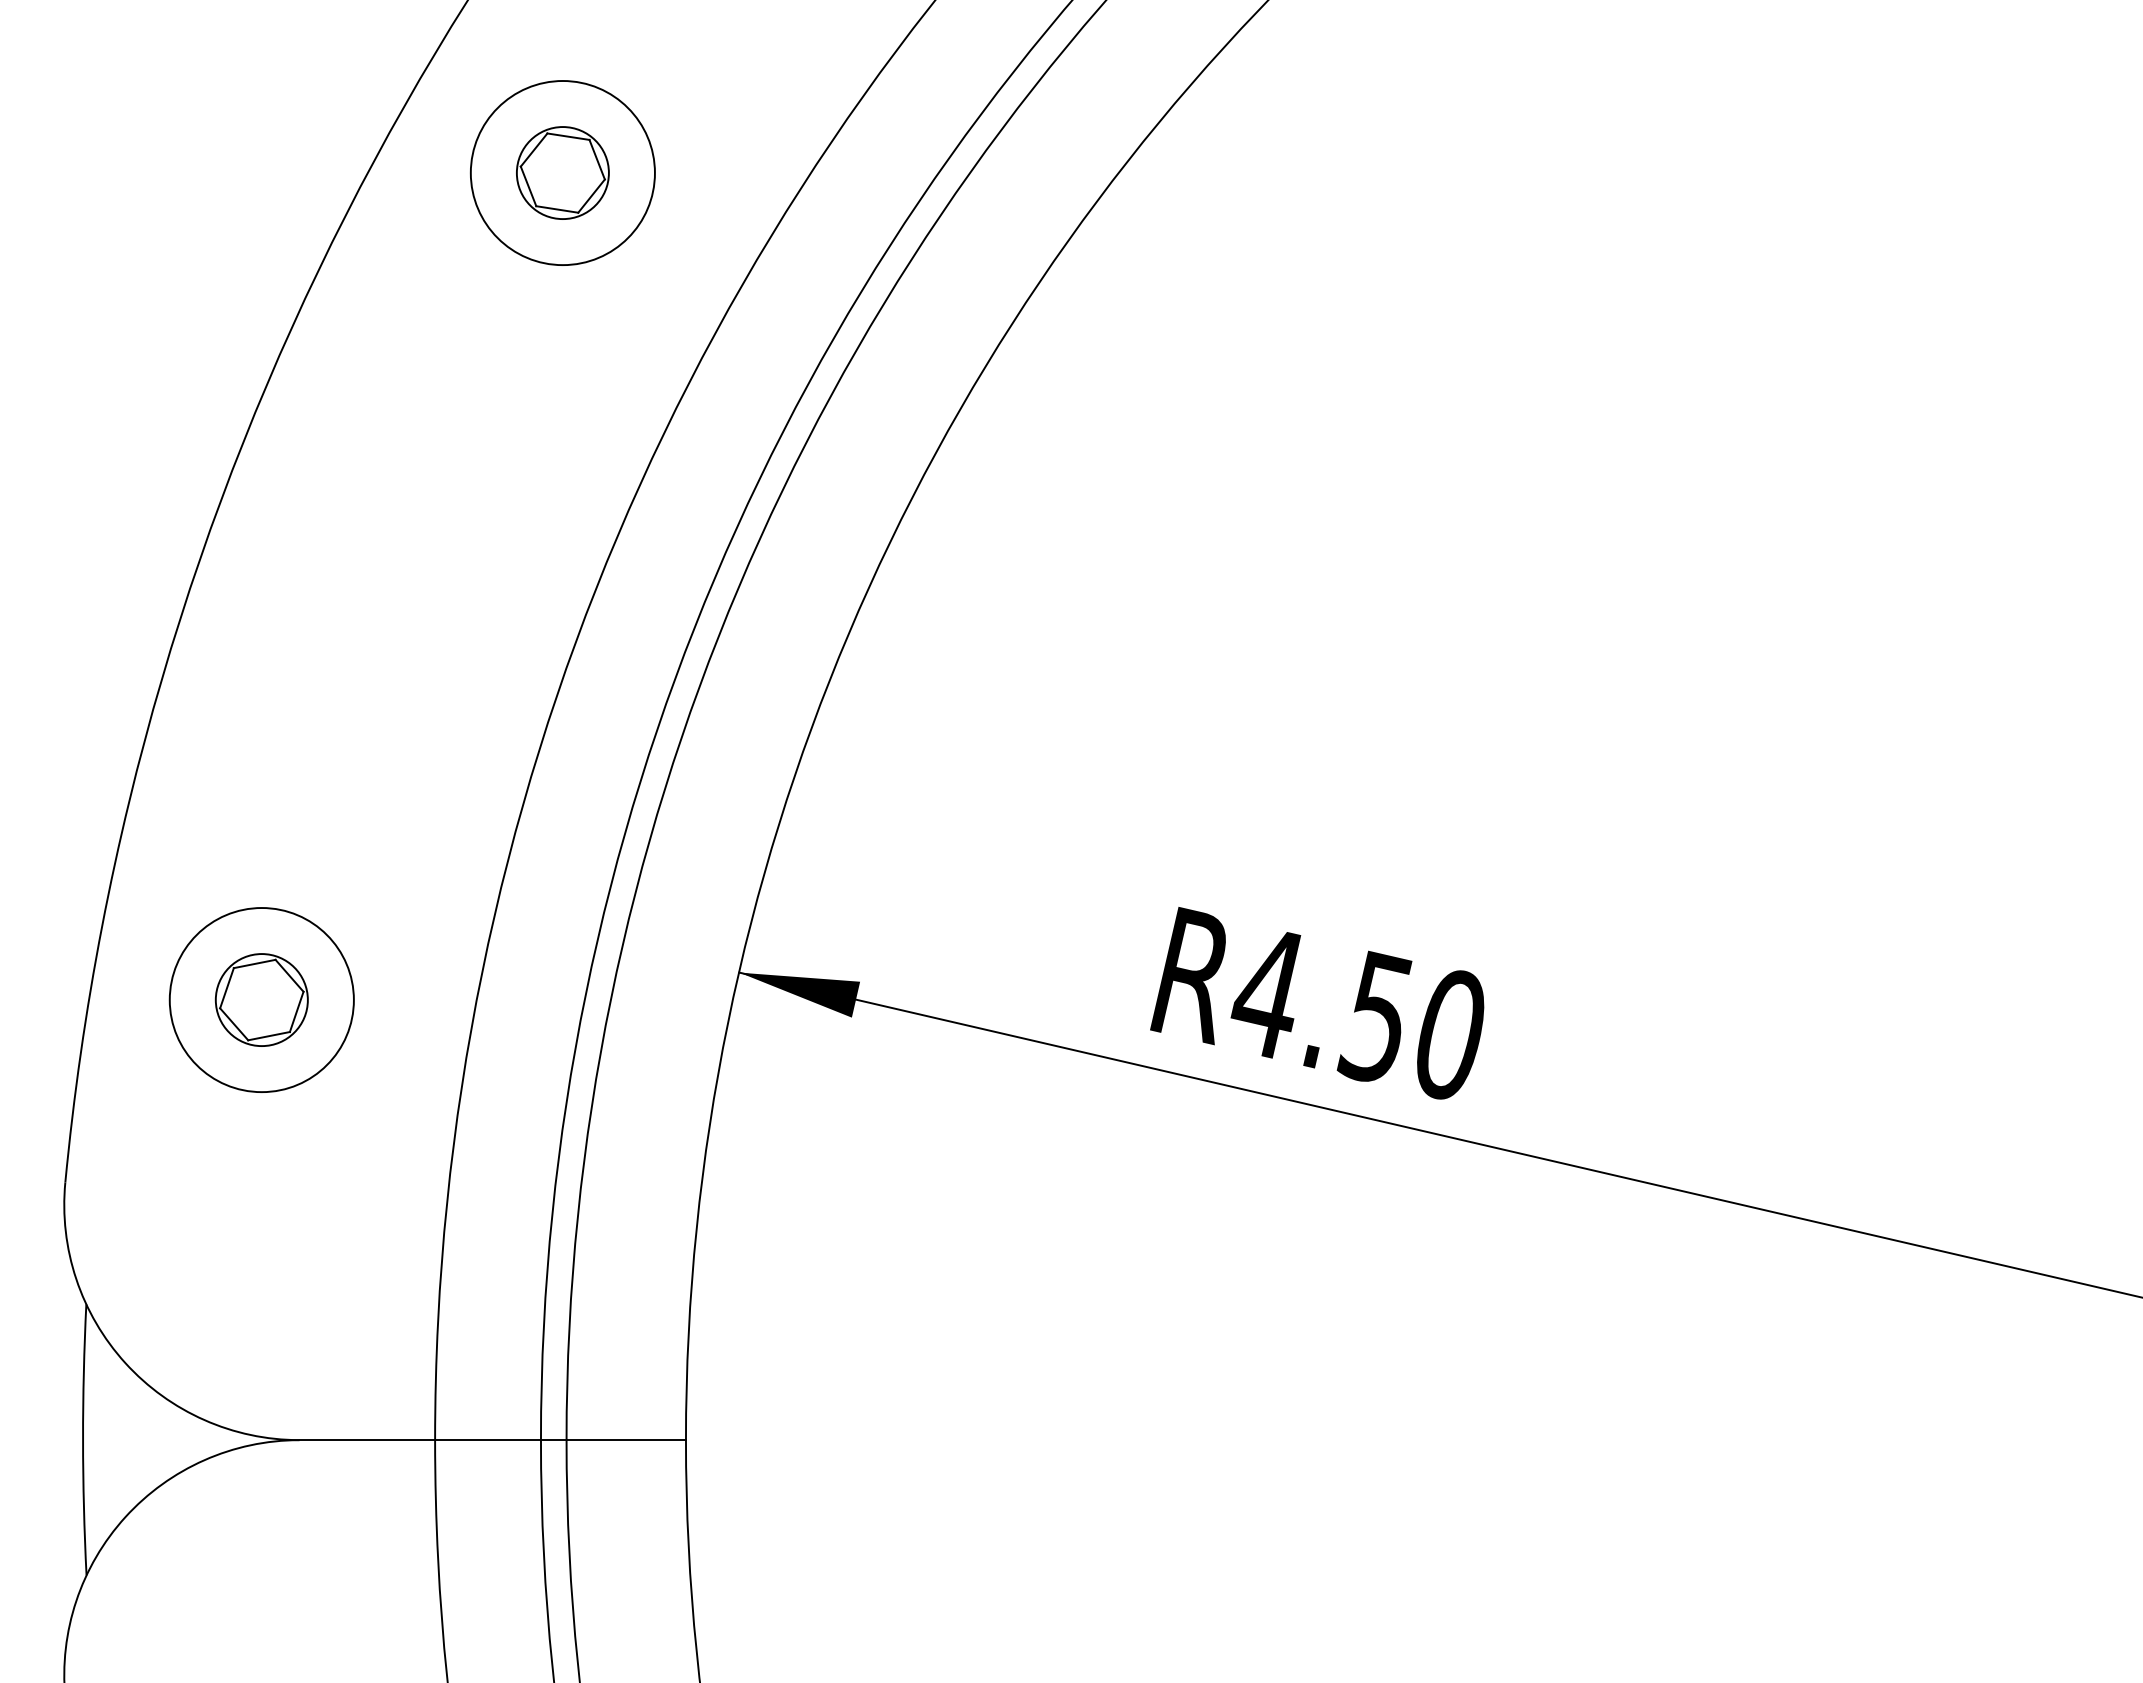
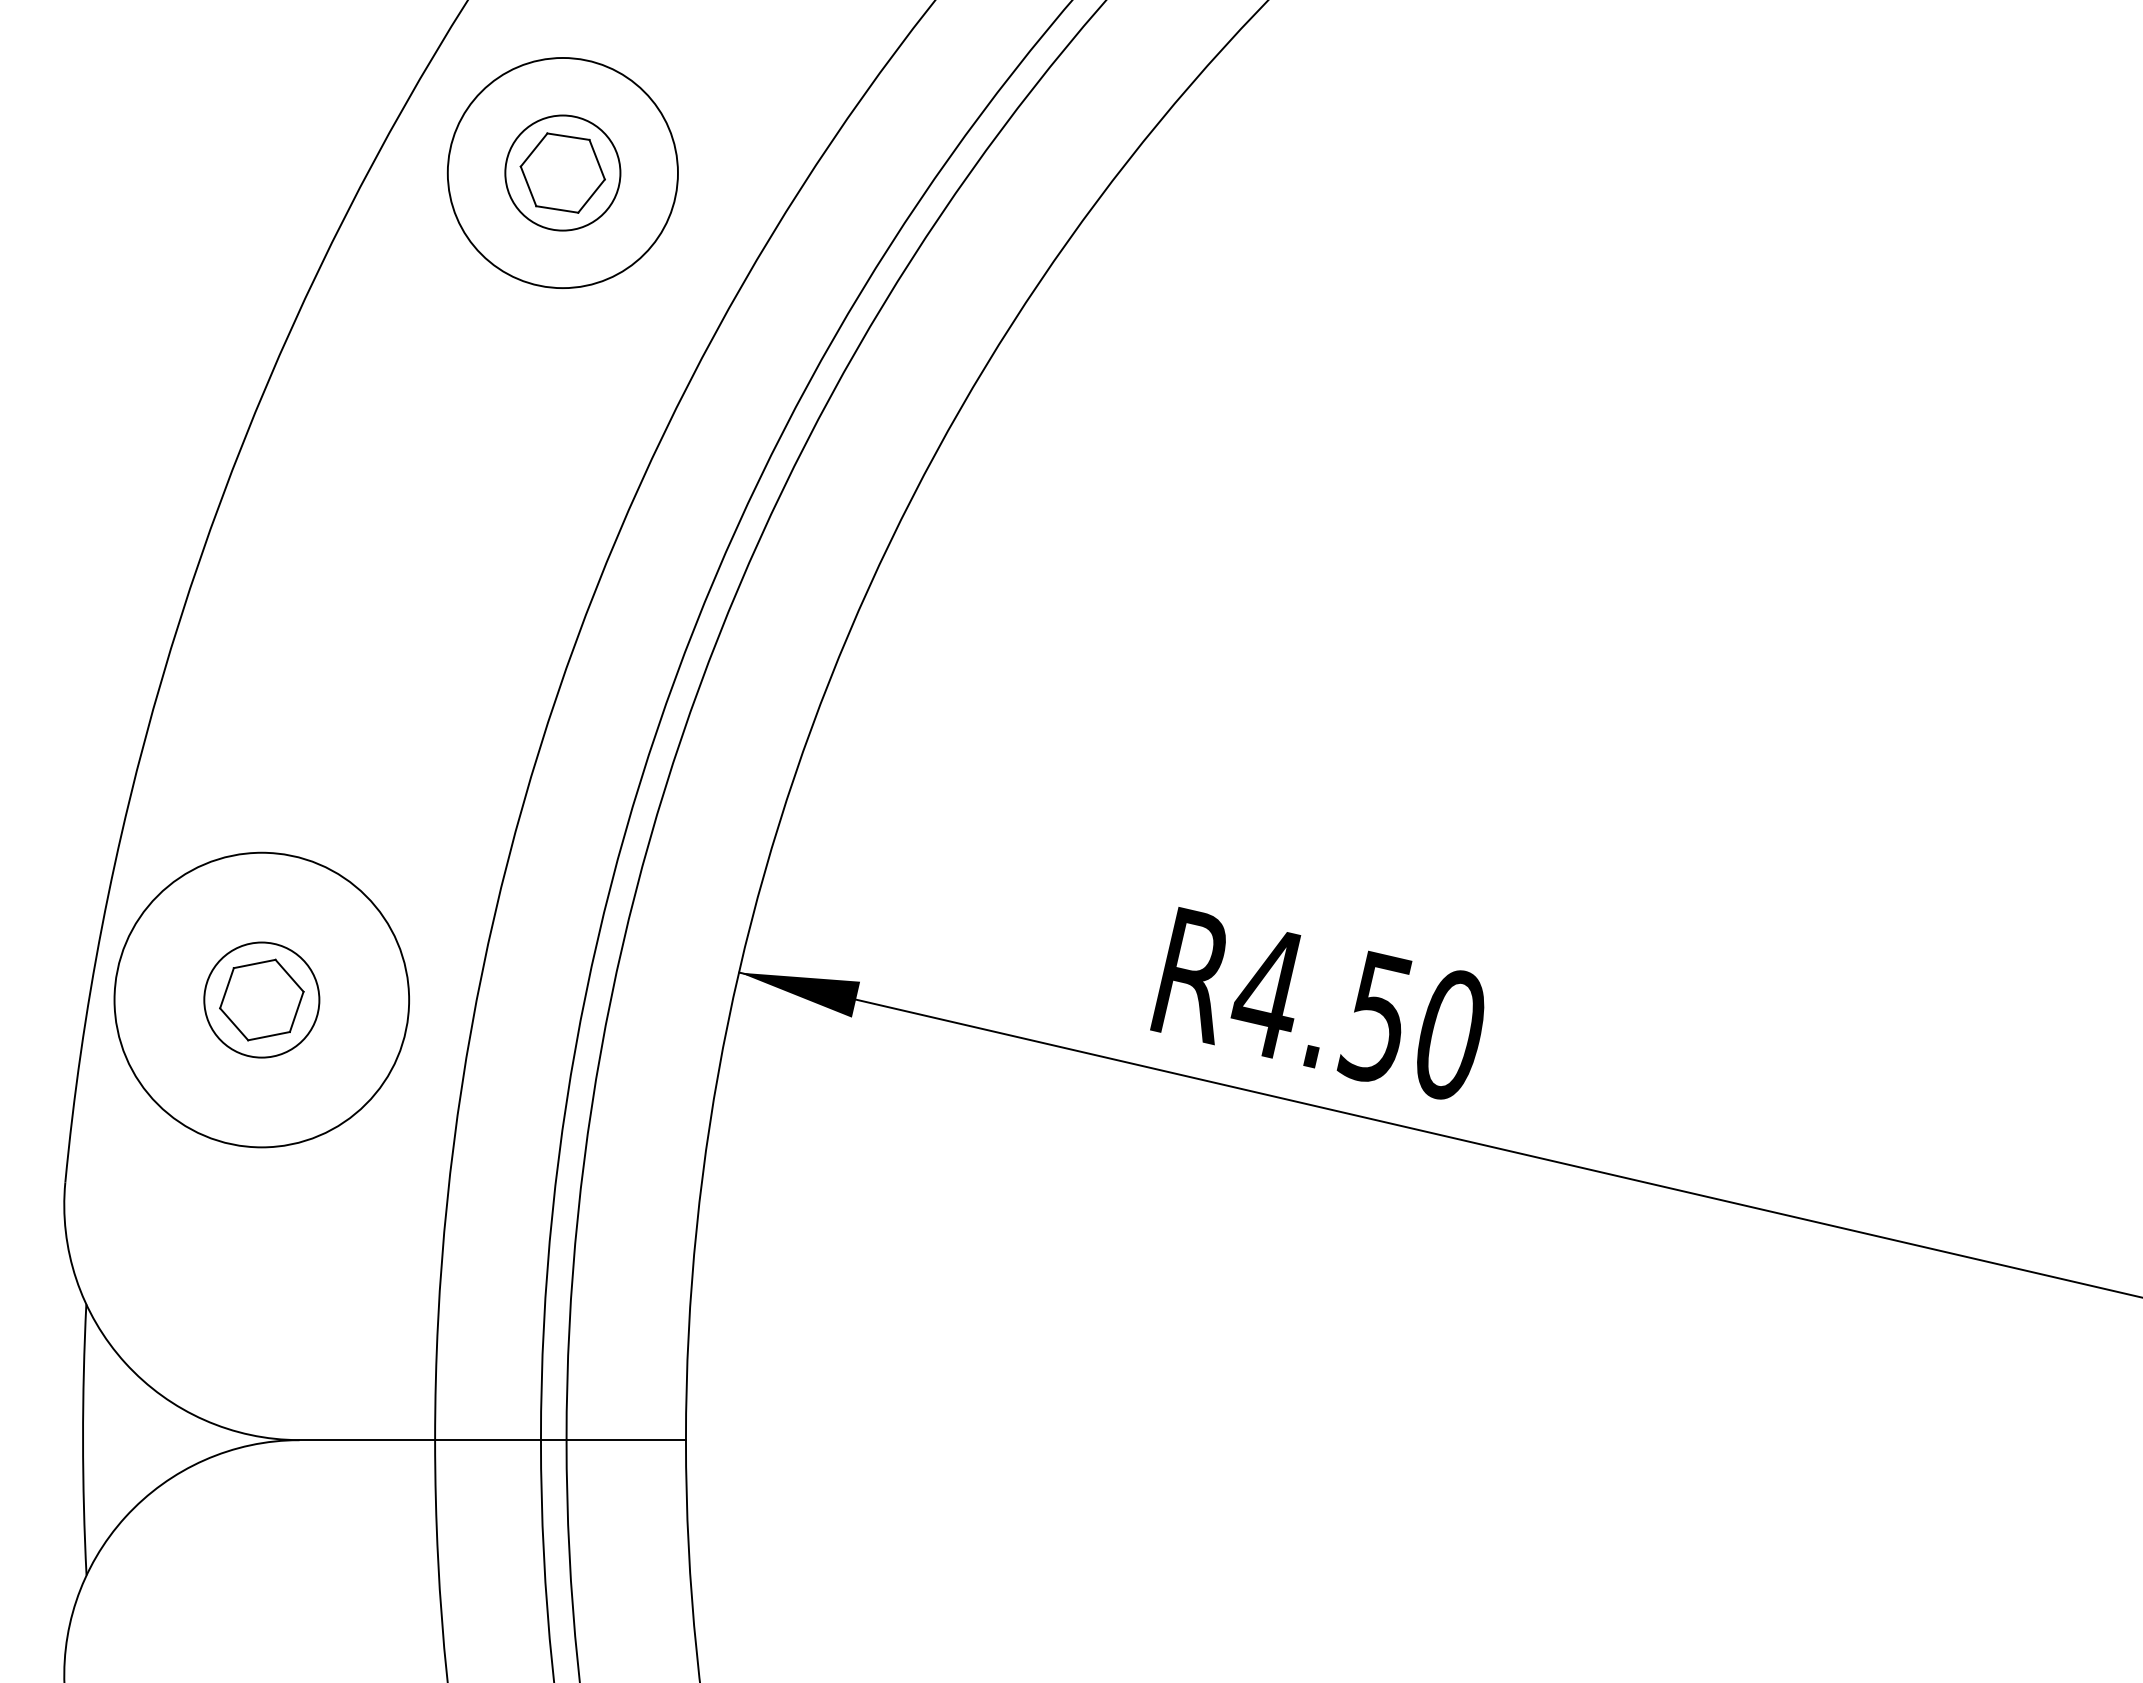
circle at (562, 173) diameter: 184 px -> 230 px
circle at (562, 173) diameter: 92 px -> 115 px
circle at (261, 1000) diameter: 184 px -> 295 px
circle at (261, 1000) diameter: 92 px -> 115 px
